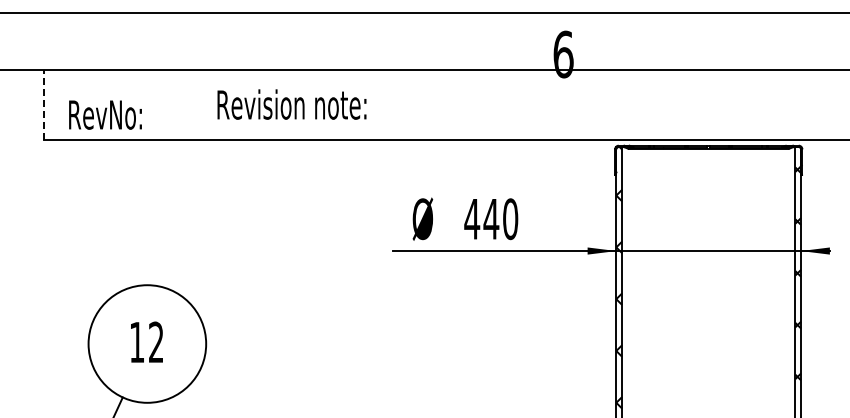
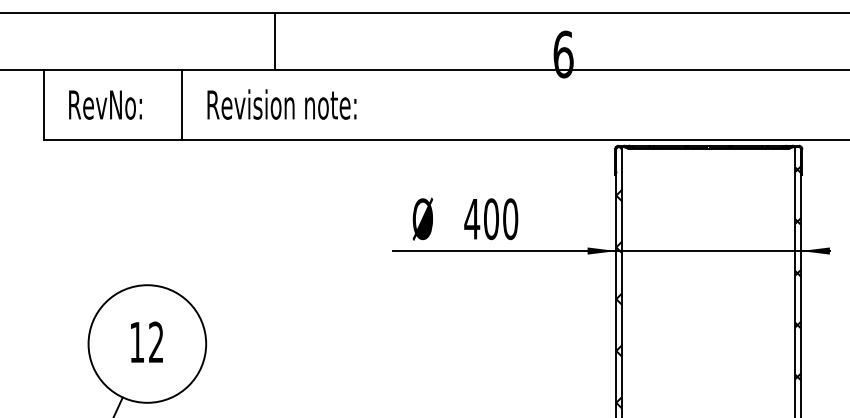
line at (274, 41): none -> present
line at (43, 104): dashed -> solid
line at (182, 104): none -> present
text at (291, 104) position: (291, 104) -> (281, 104)
text at (105, 114) position: (105, 114) -> (105, 104)
text at (491, 219): 440 -> 400
